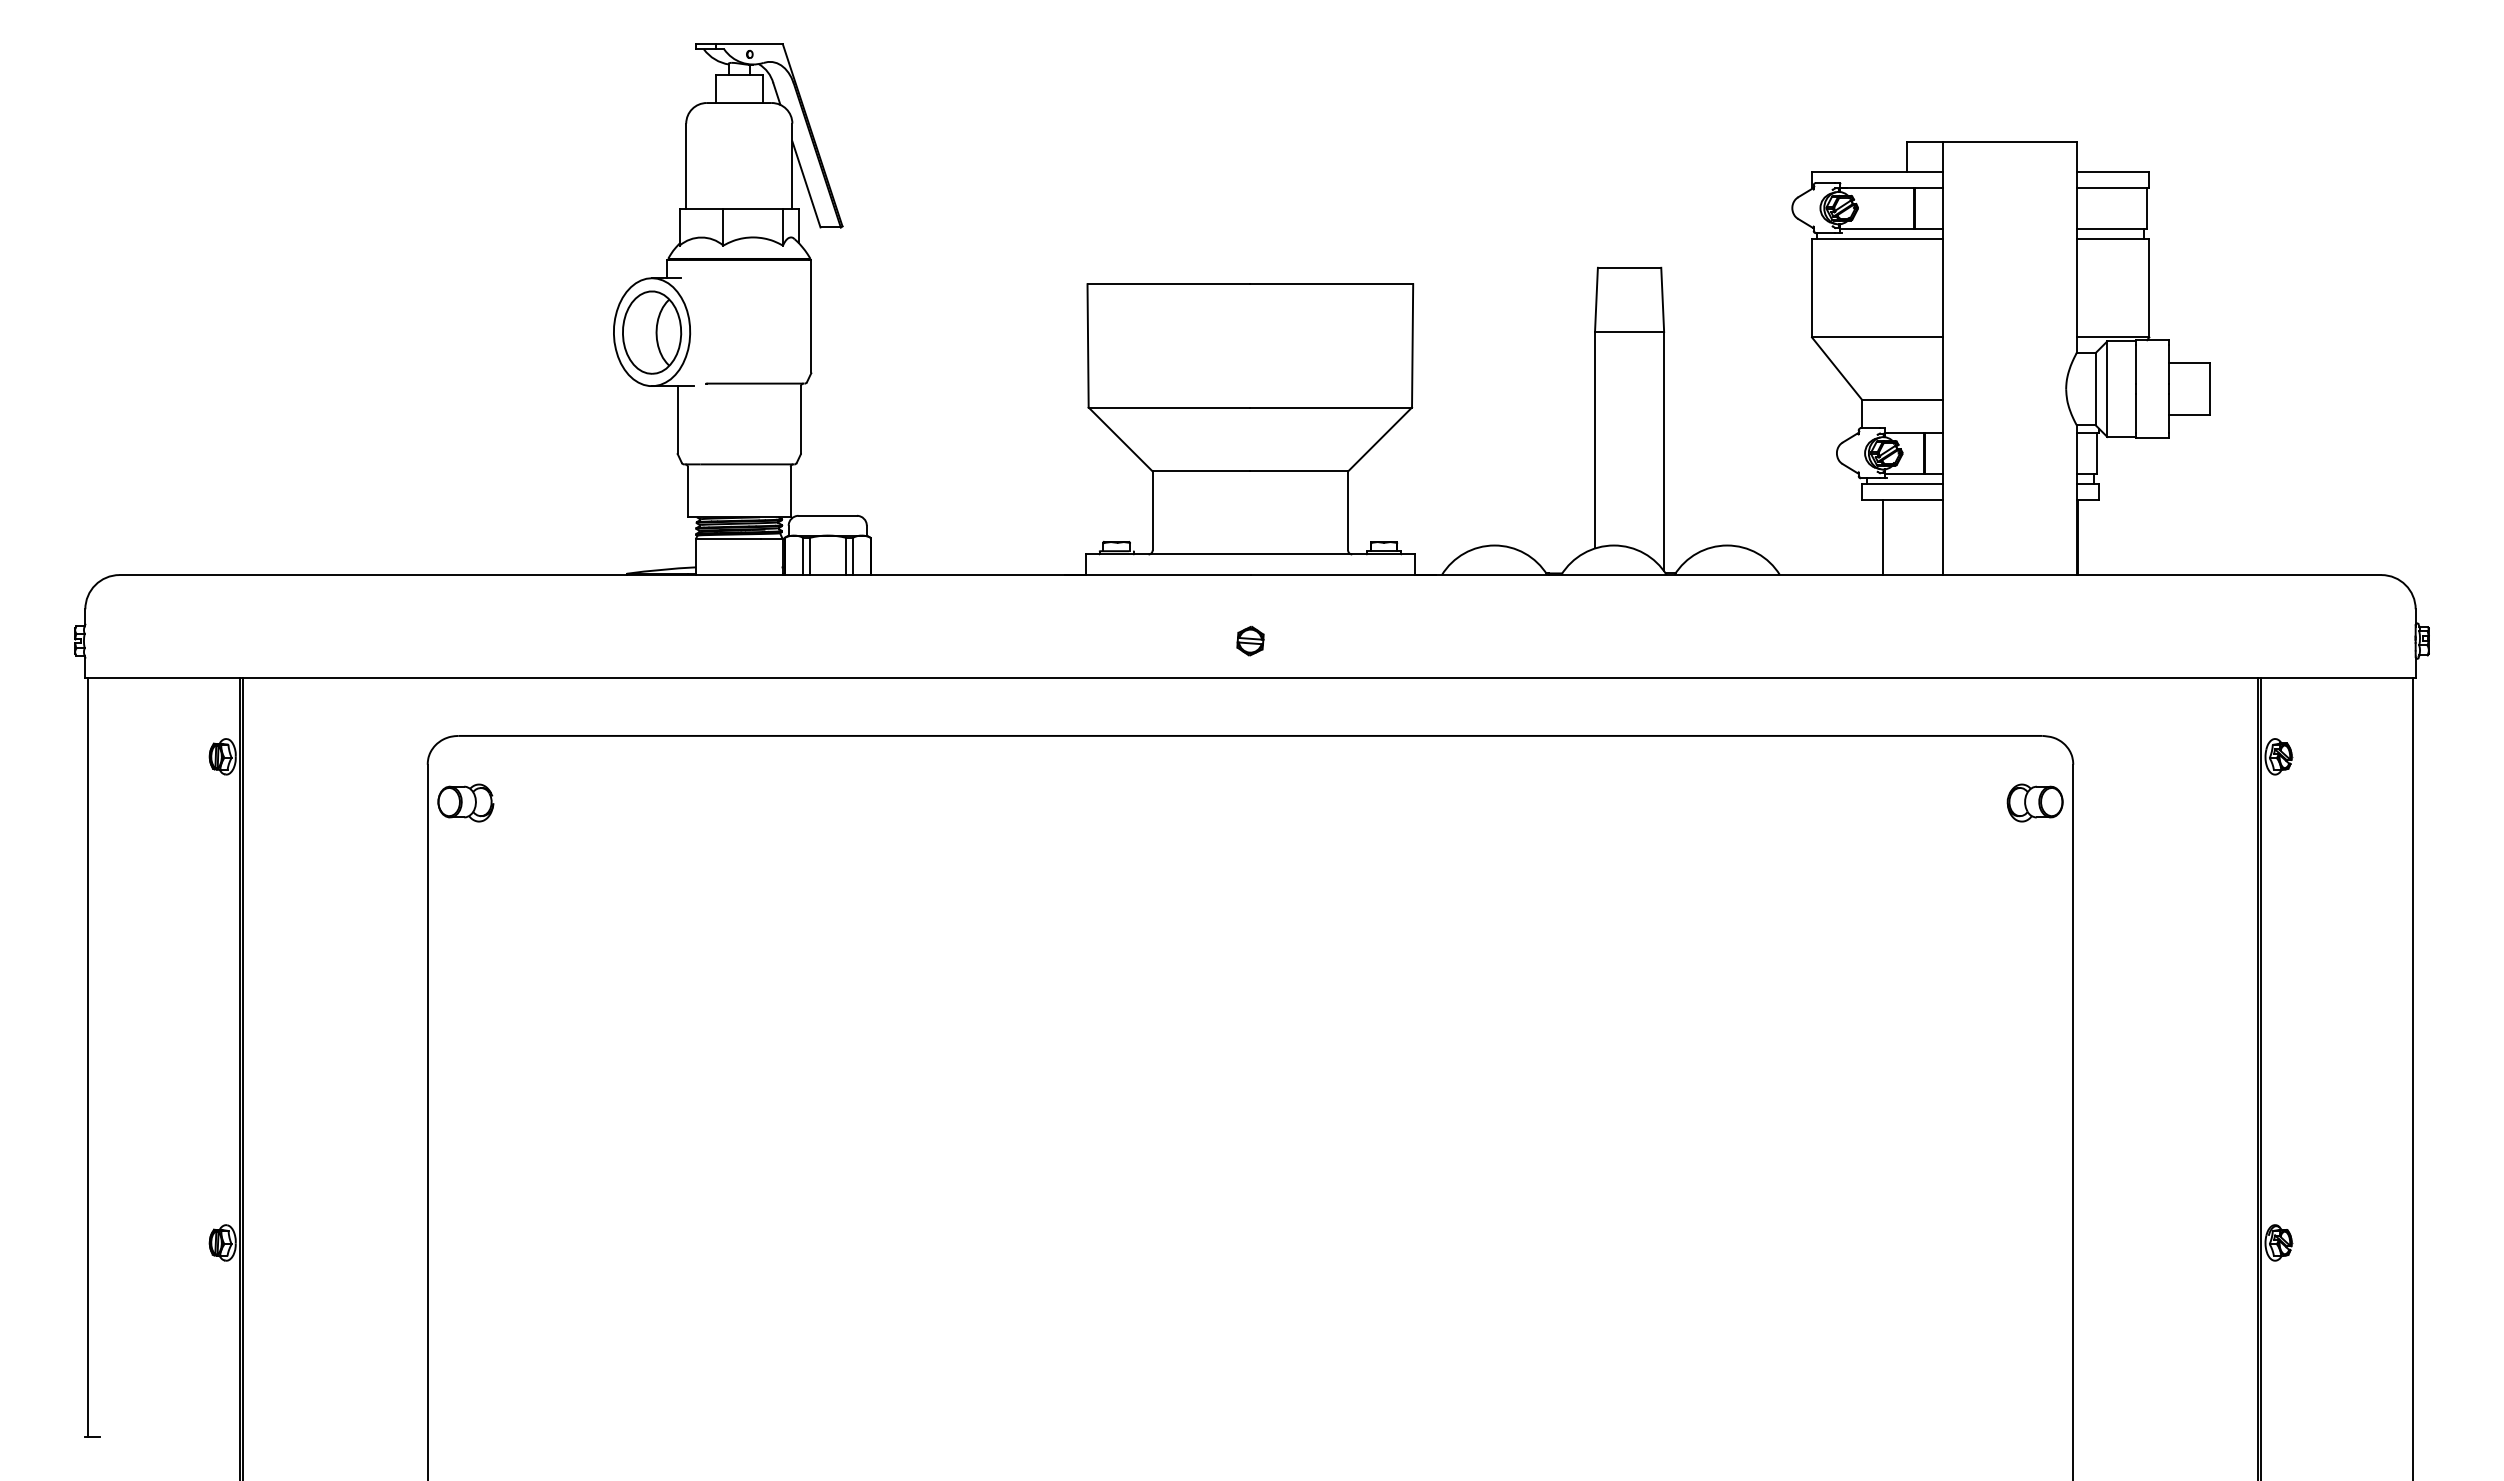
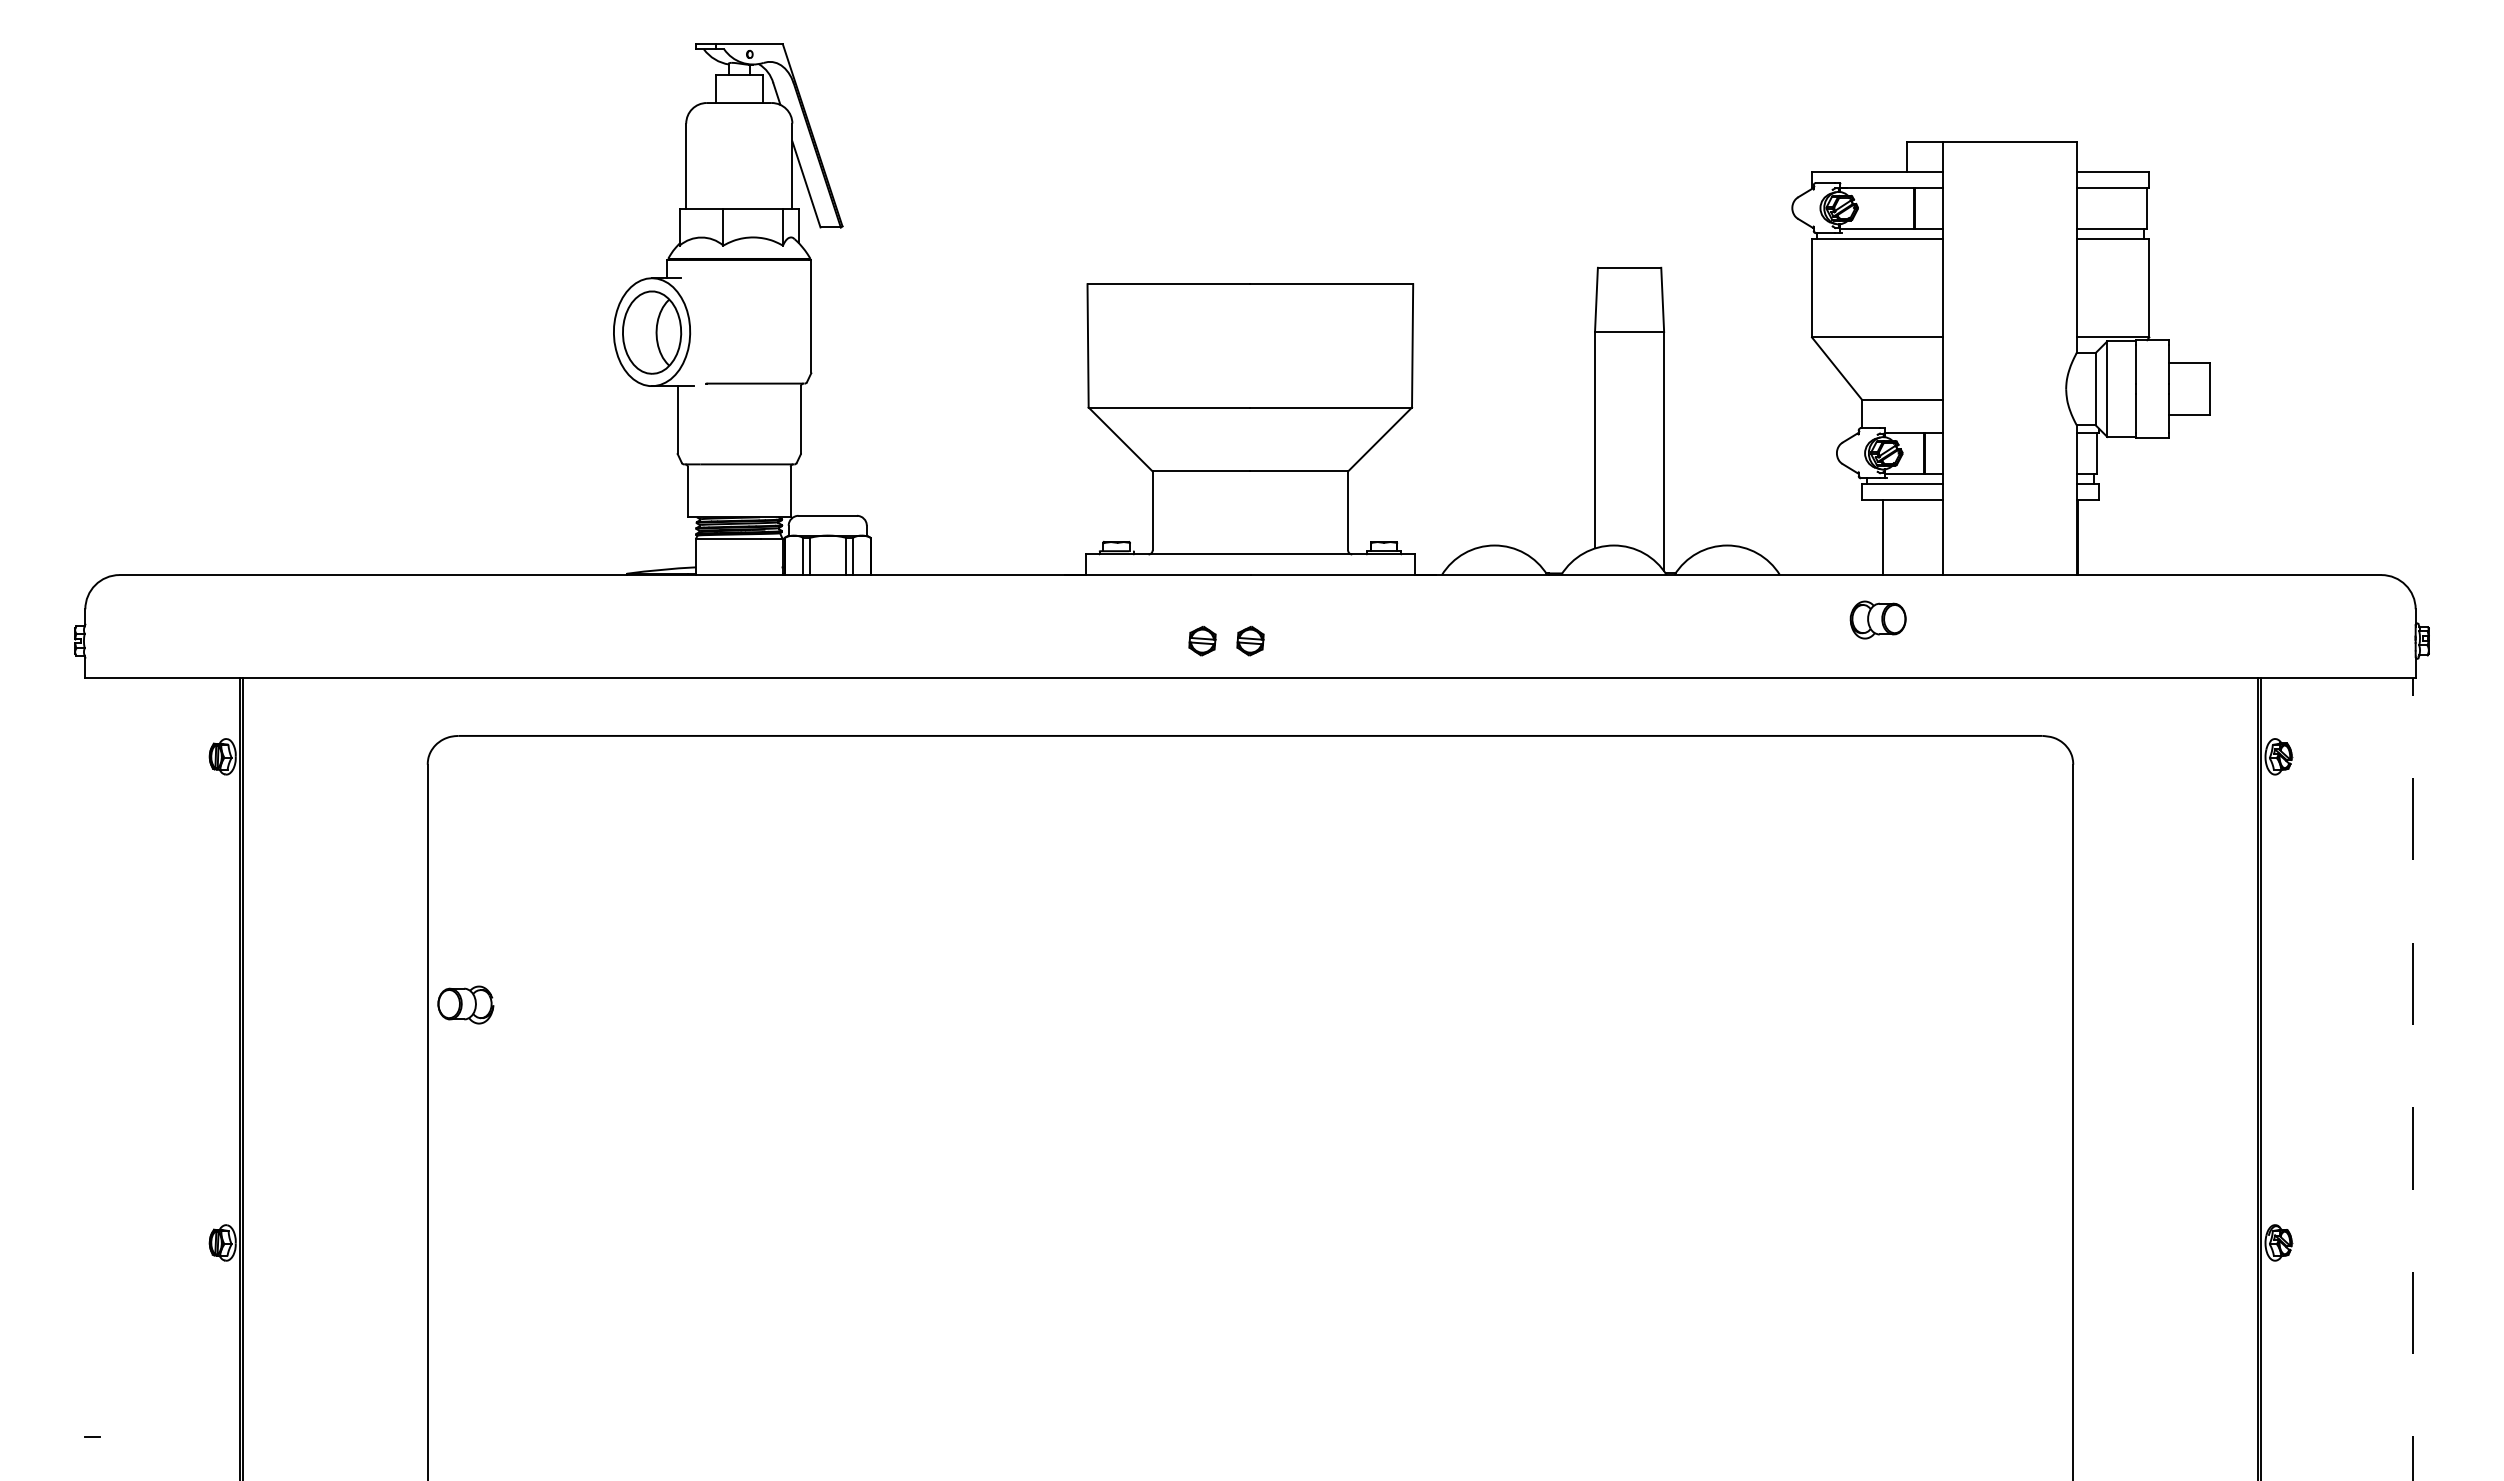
part at (1202, 641): none -> present
part at (465, 802) position: (465, 802) -> (465, 1004)
part at (2034, 802) position: (2034, 802) -> (1877, 619)
line at (88, 1056): present -> none
line at (2412, 1078): solid -> dashed
